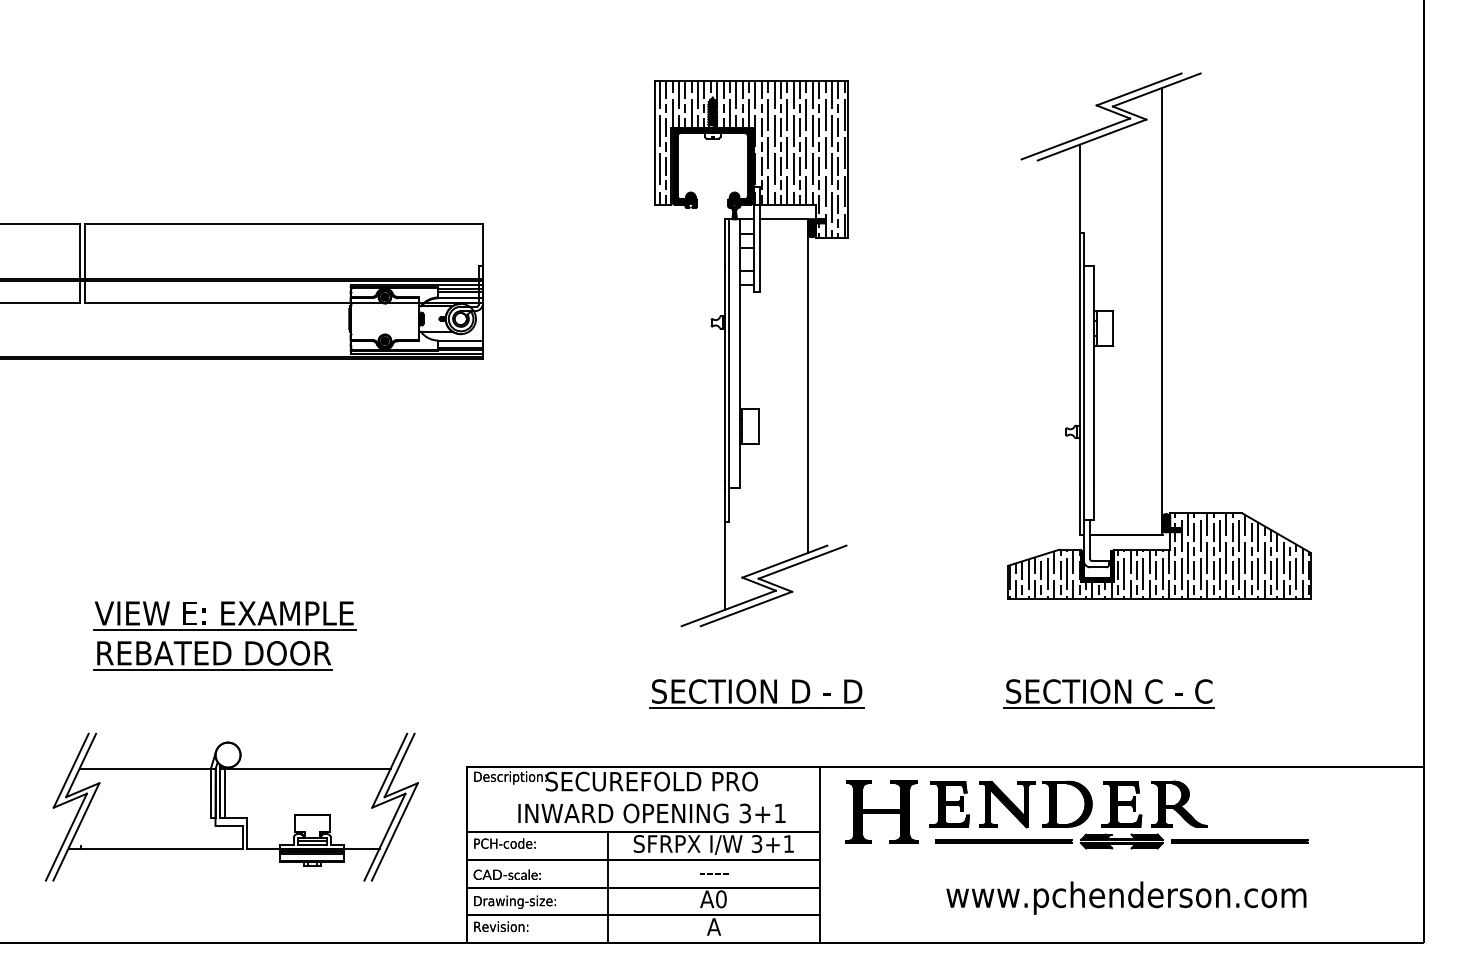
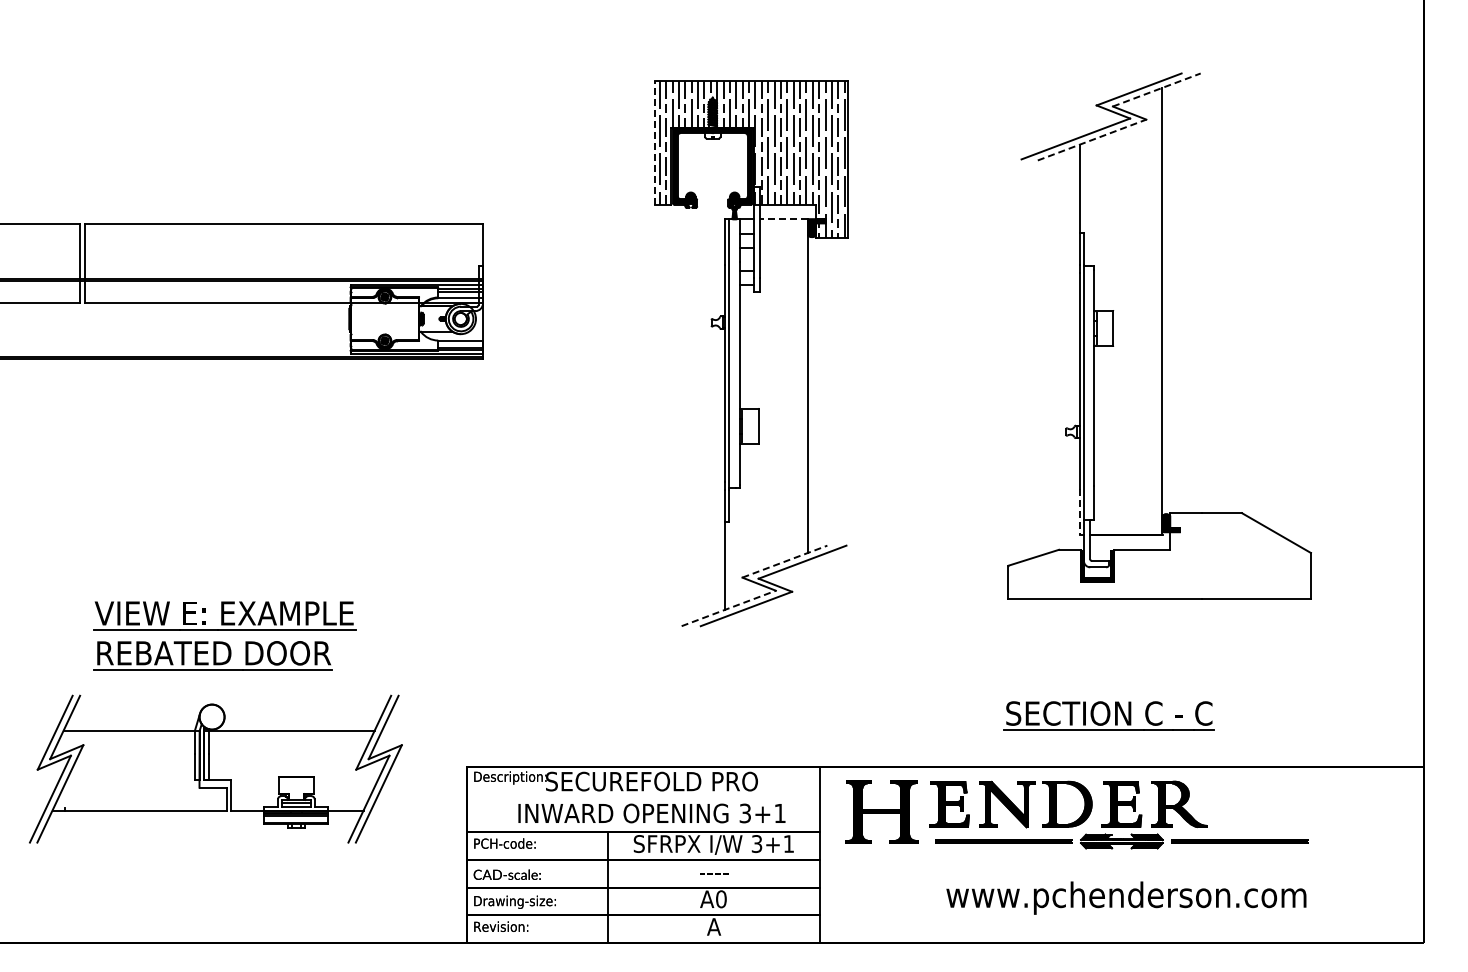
line at (1156, 90): solid -> dashed
line at (1092, 139): solid -> dashed
line at (655, 142): solid -> dashed
line at (784, 219): solid -> dashed
line at (1079, 512): solid -> dashed
hatch at (1159, 556): present -> none
line at (785, 561): solid -> dashed
line at (729, 608): solid -> dashed
part at (756, 693): present -> none
part at (1108, 693) position: (1108, 693) -> (1108, 715)
part at (231, 806) position: (231, 806) -> (215, 768)
